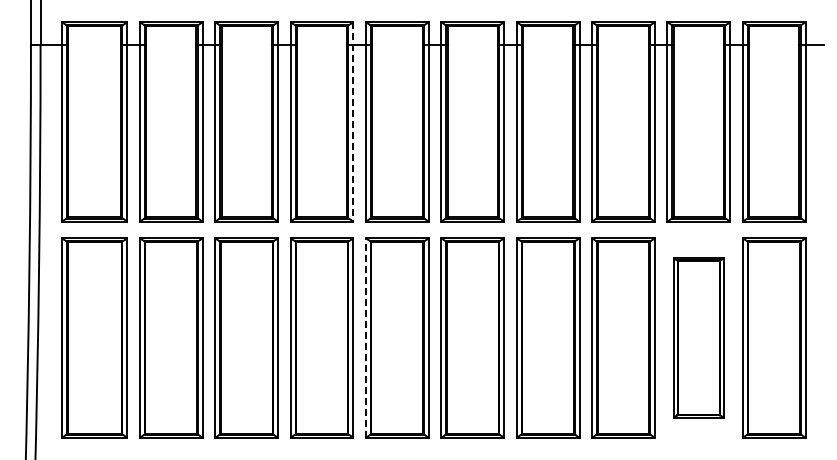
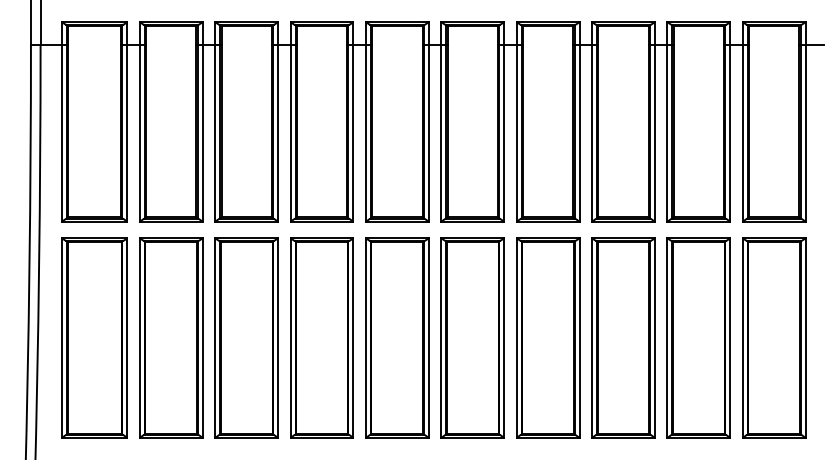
line at (353, 121): dashed -> solid
part at (698, 337) size: 52x162 px -> 65x202 px
line at (365, 338): dashed -> solid
